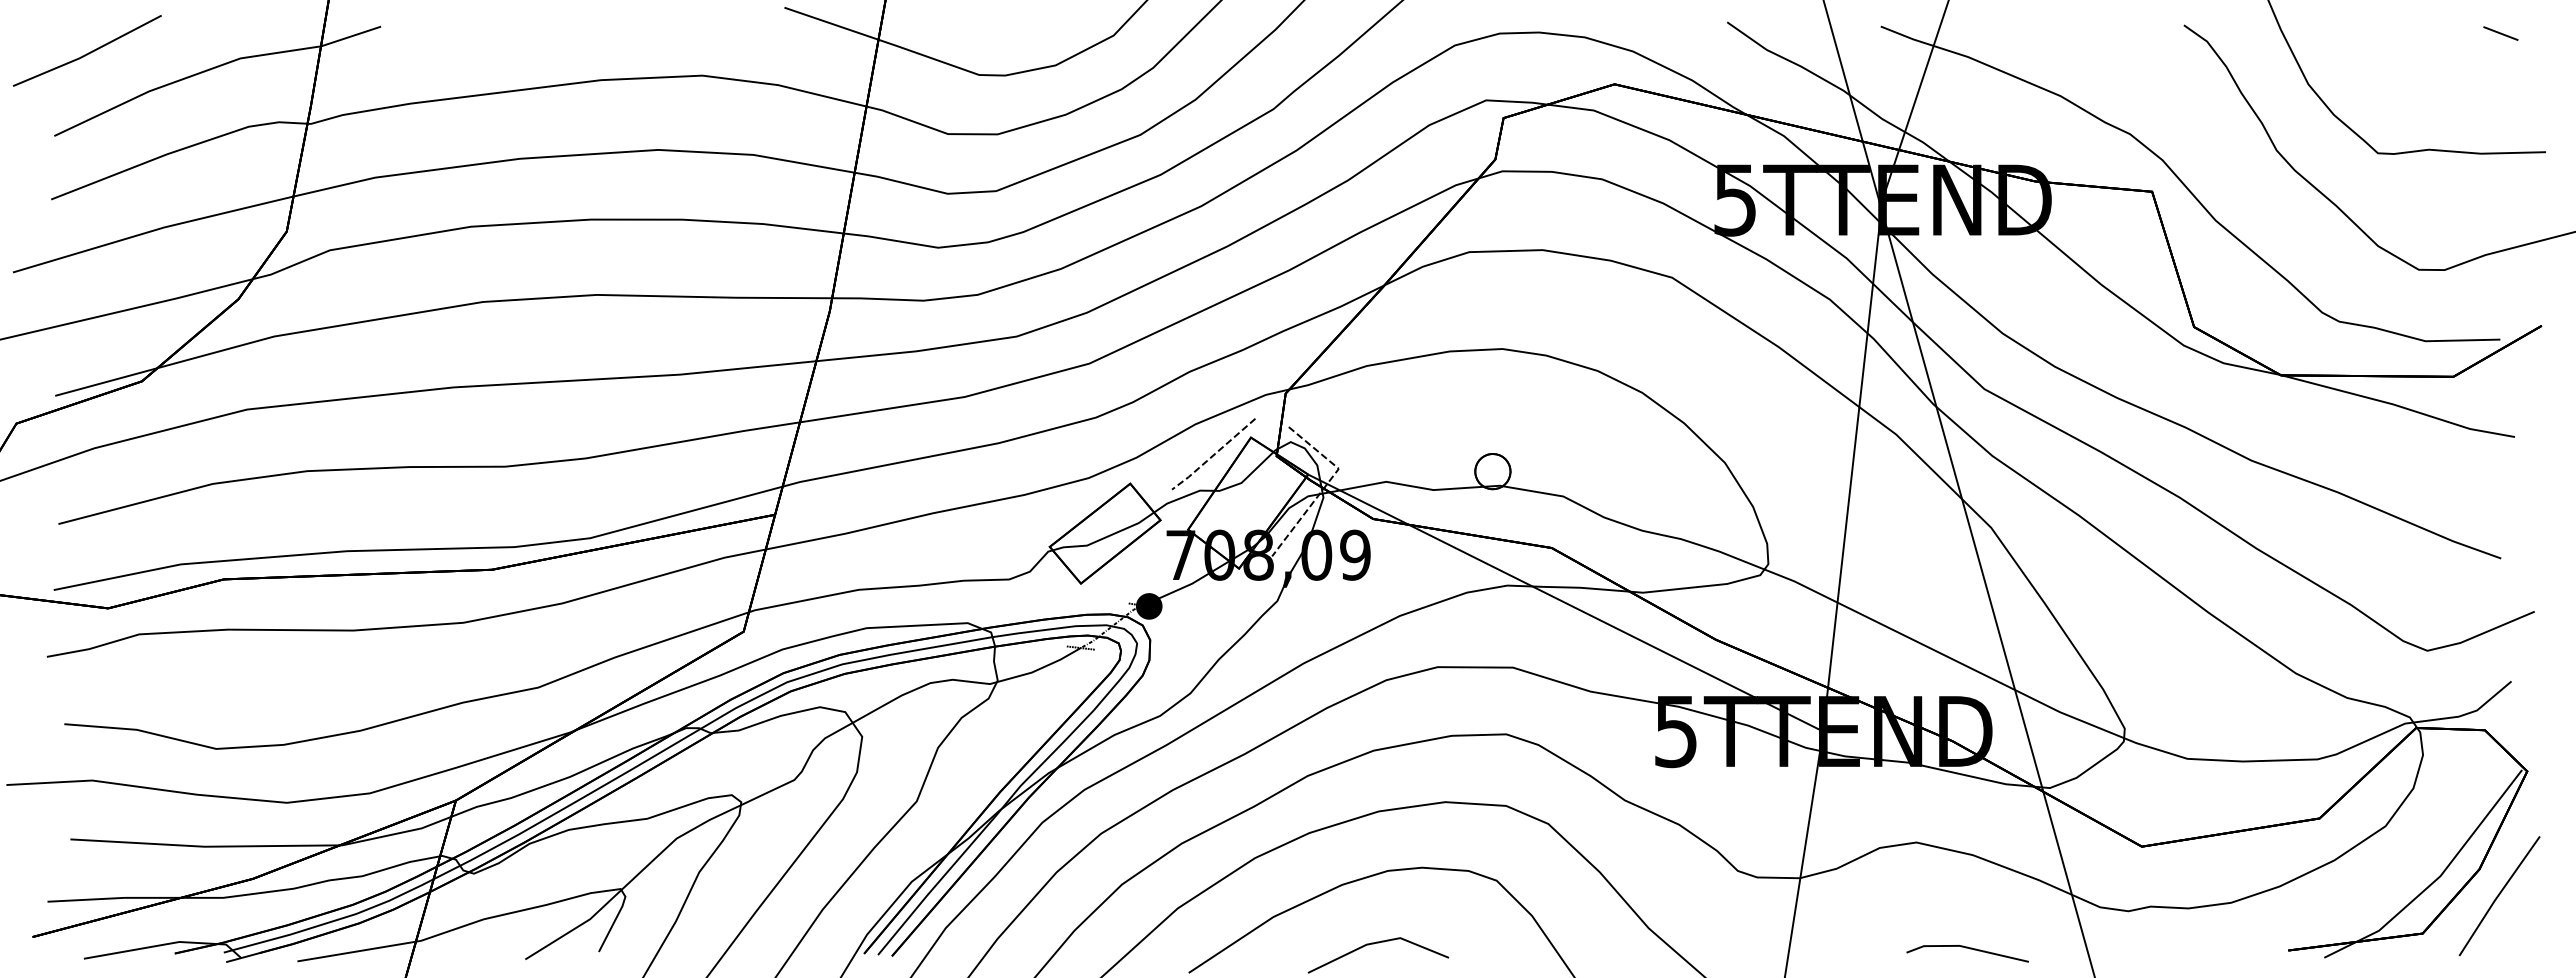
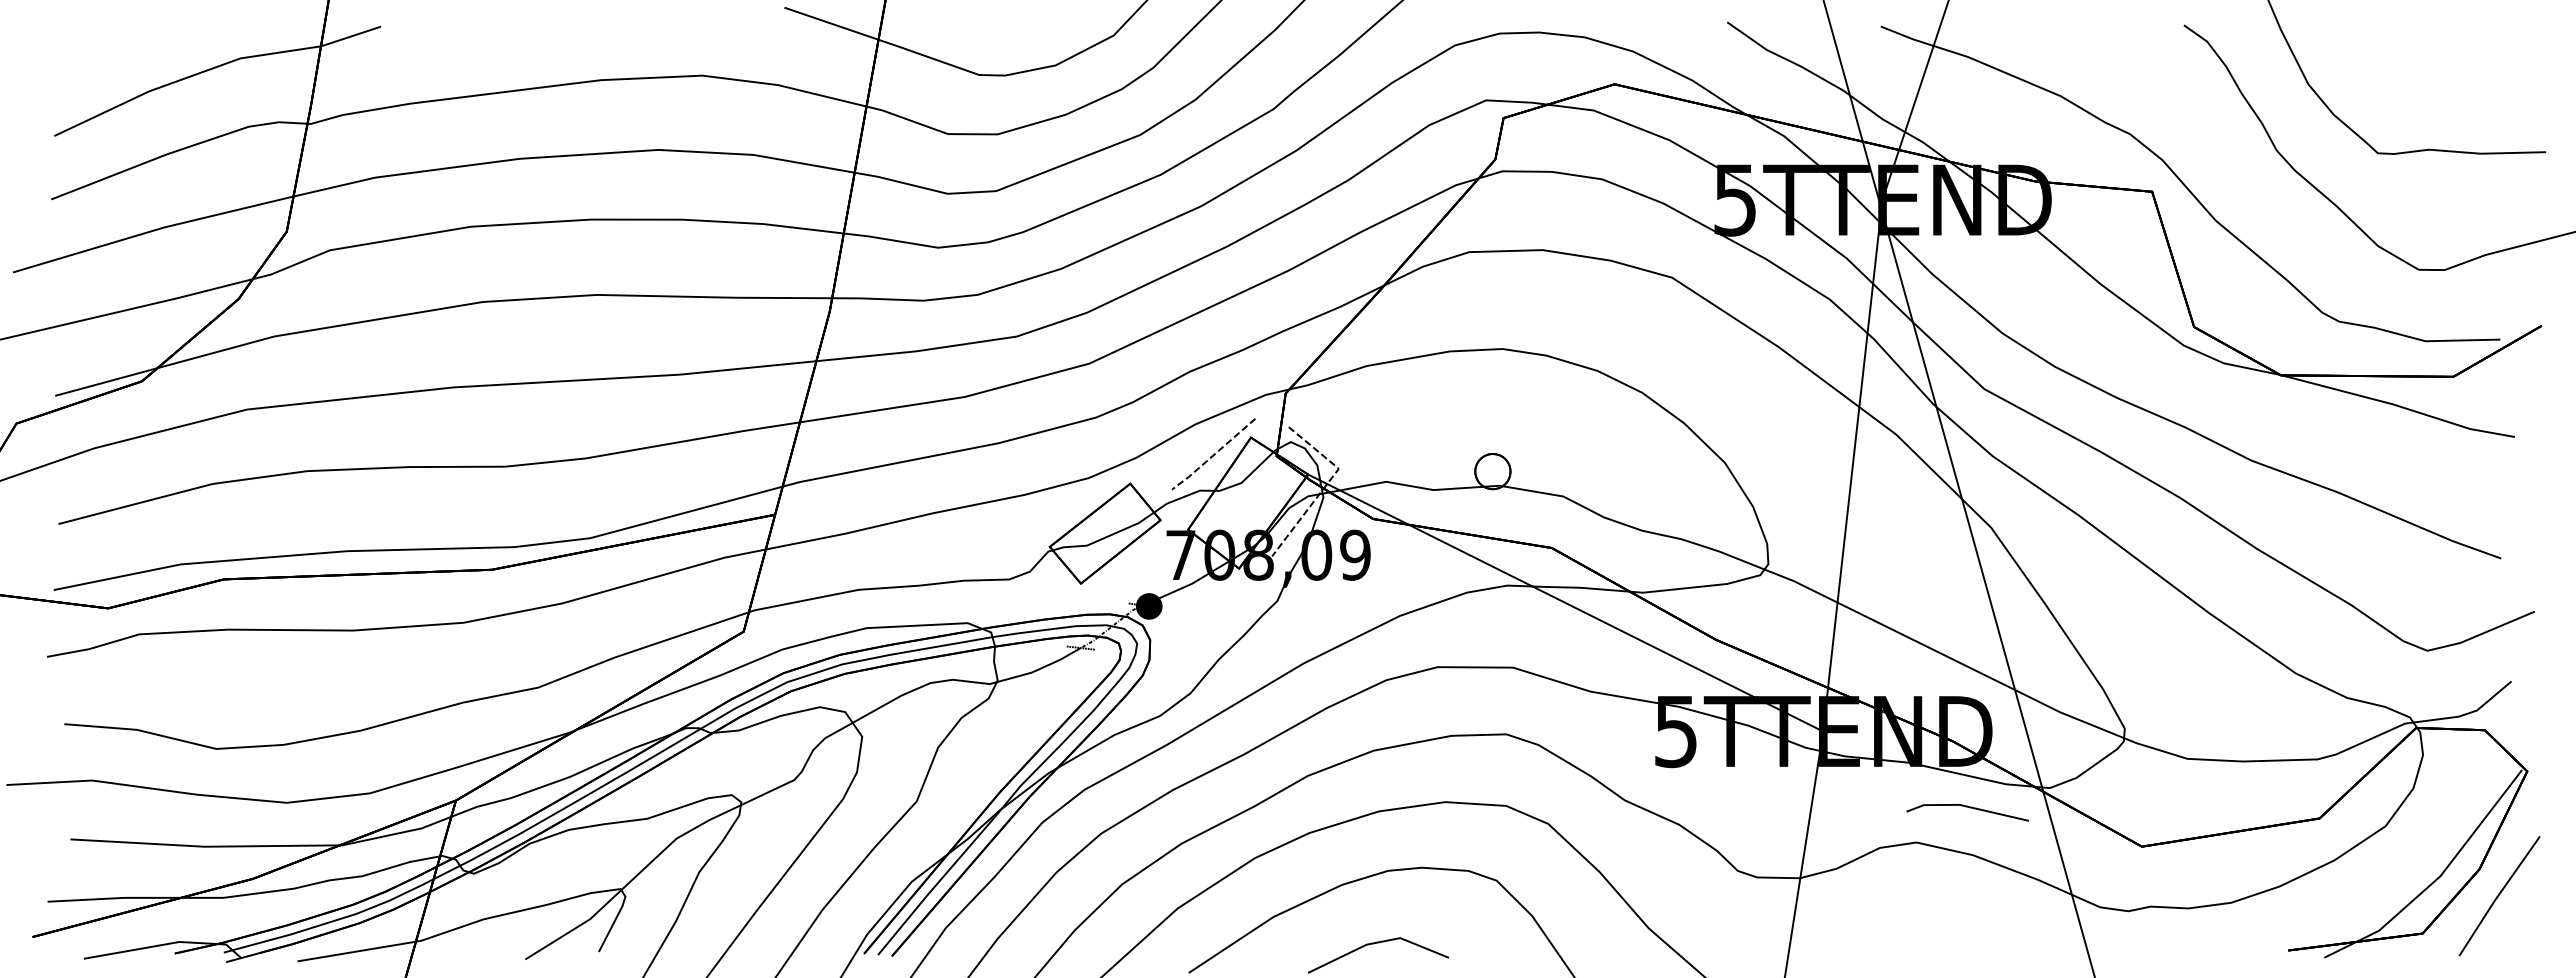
line at (2500, 33): present -> none
line at (88, 52): present -> none
line at (1969, 949) position: (1969, 949) -> (1969, 808)
